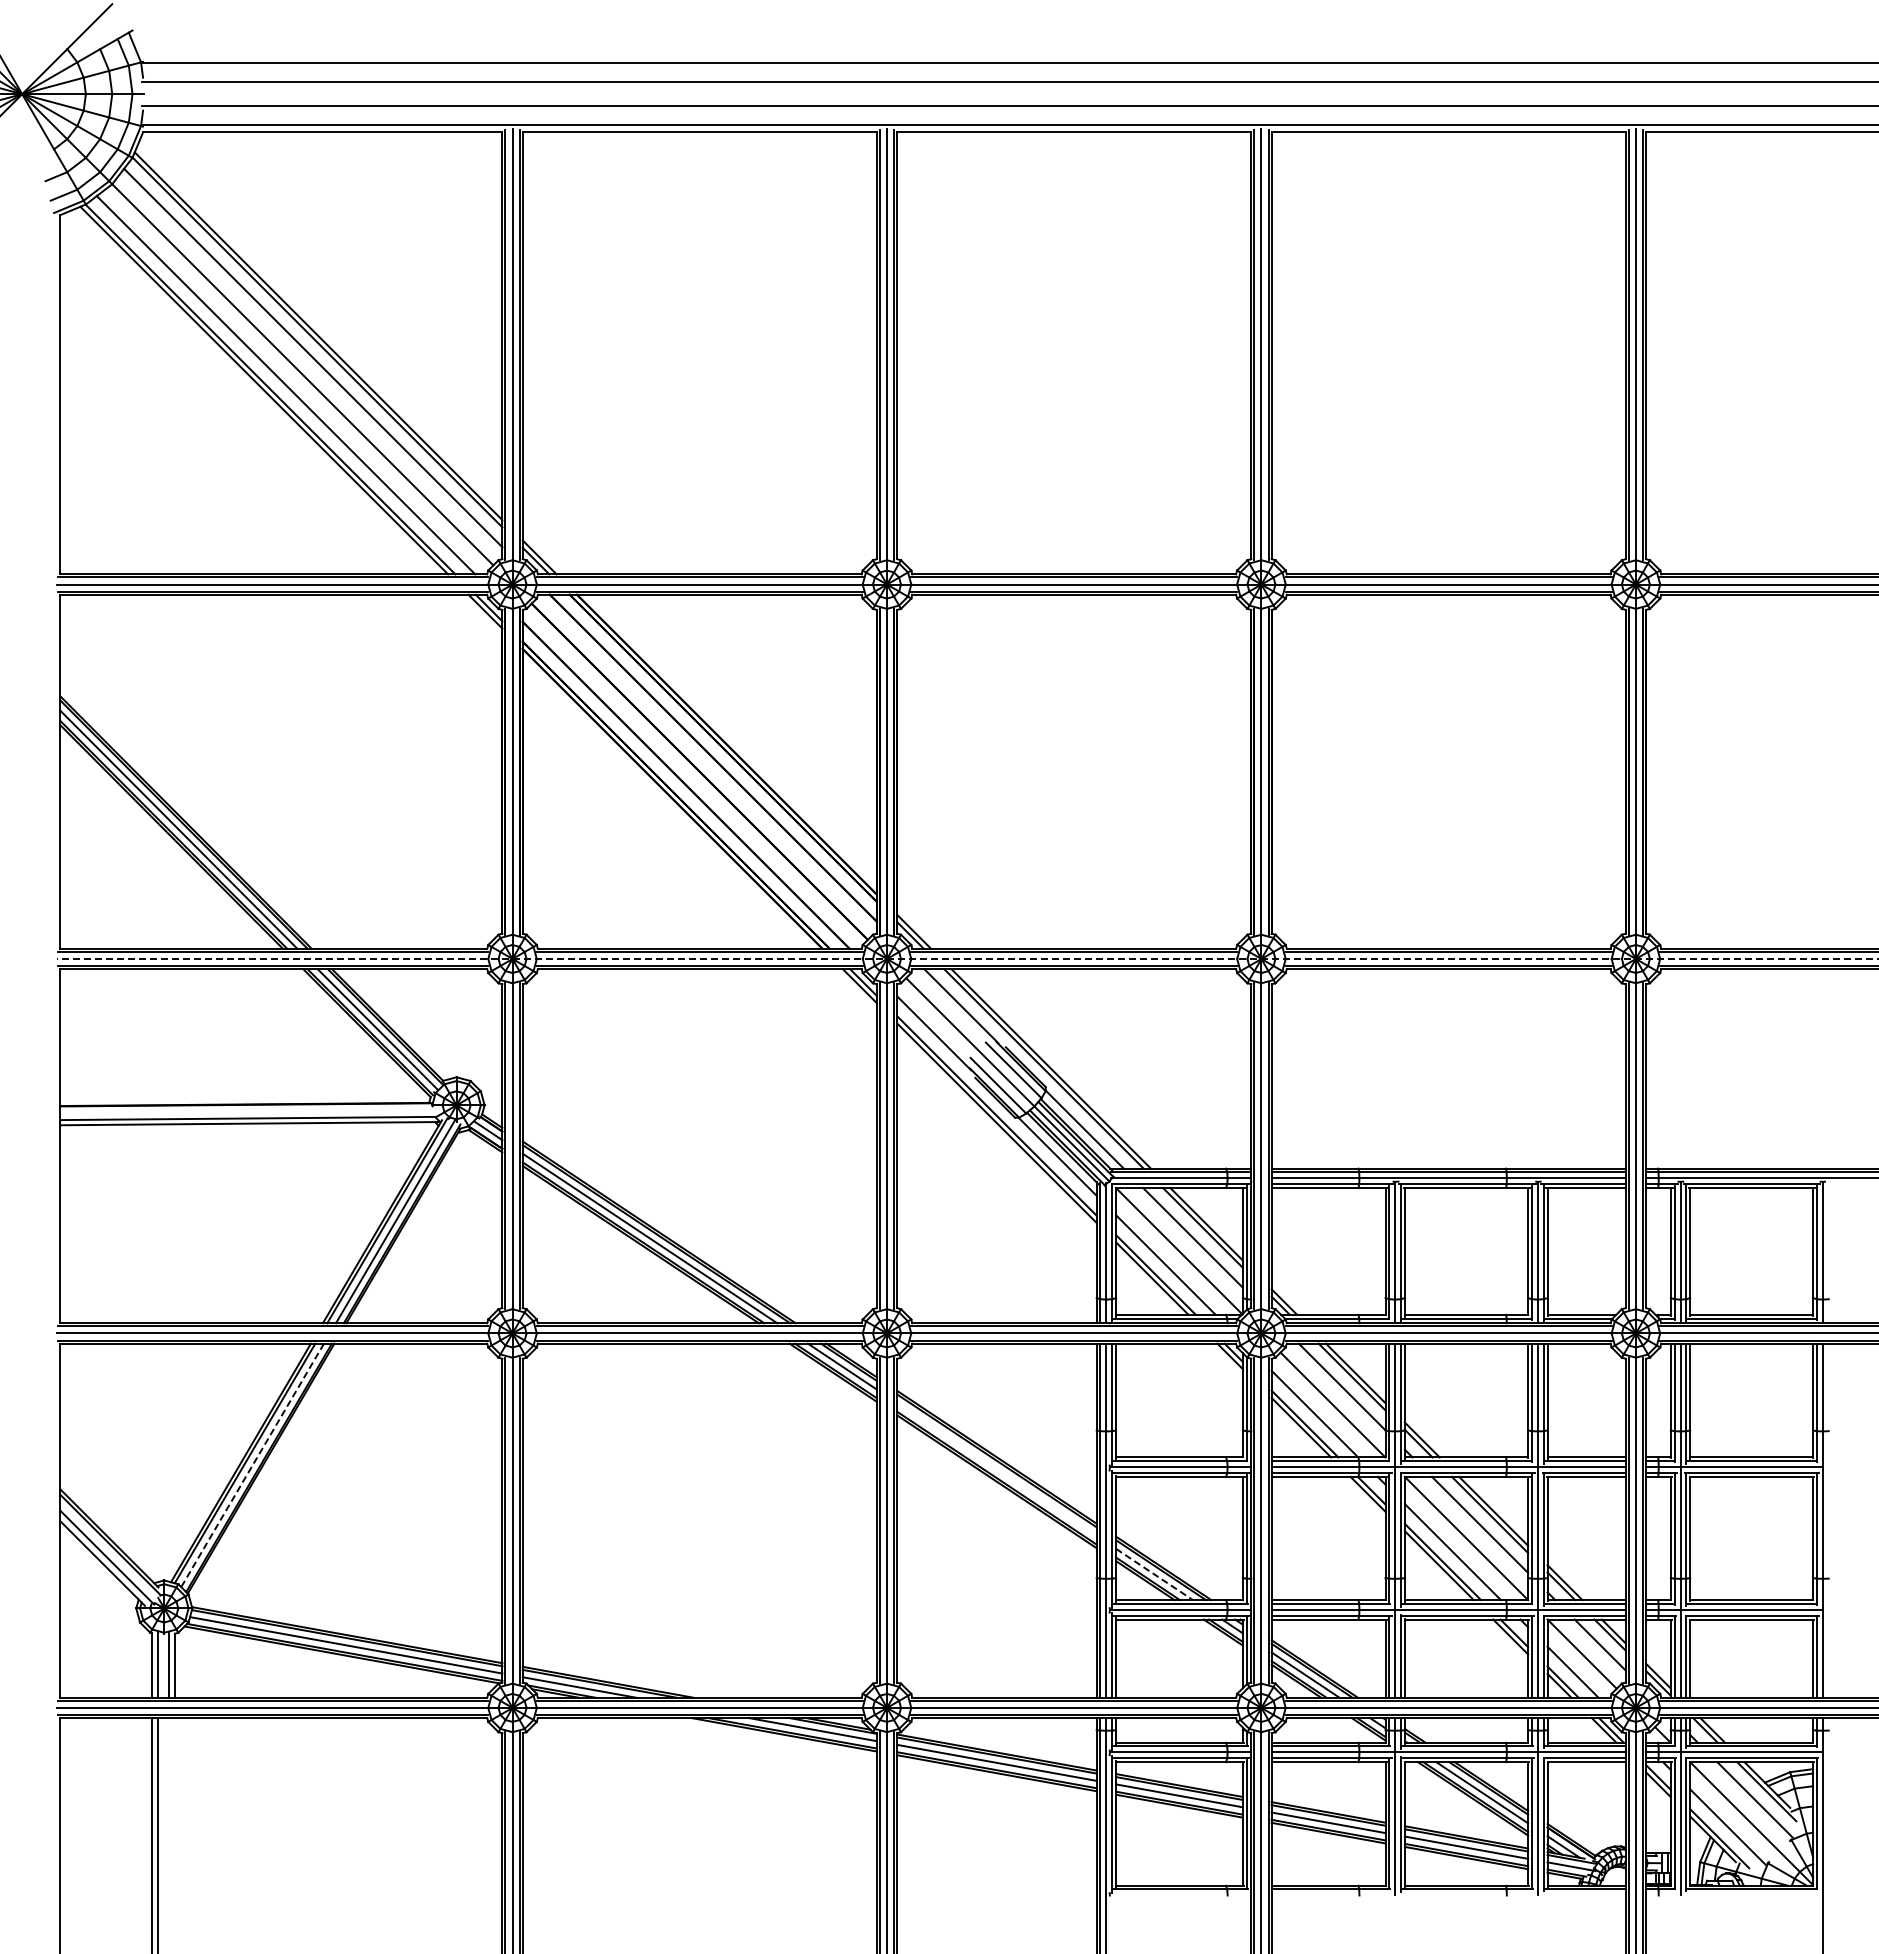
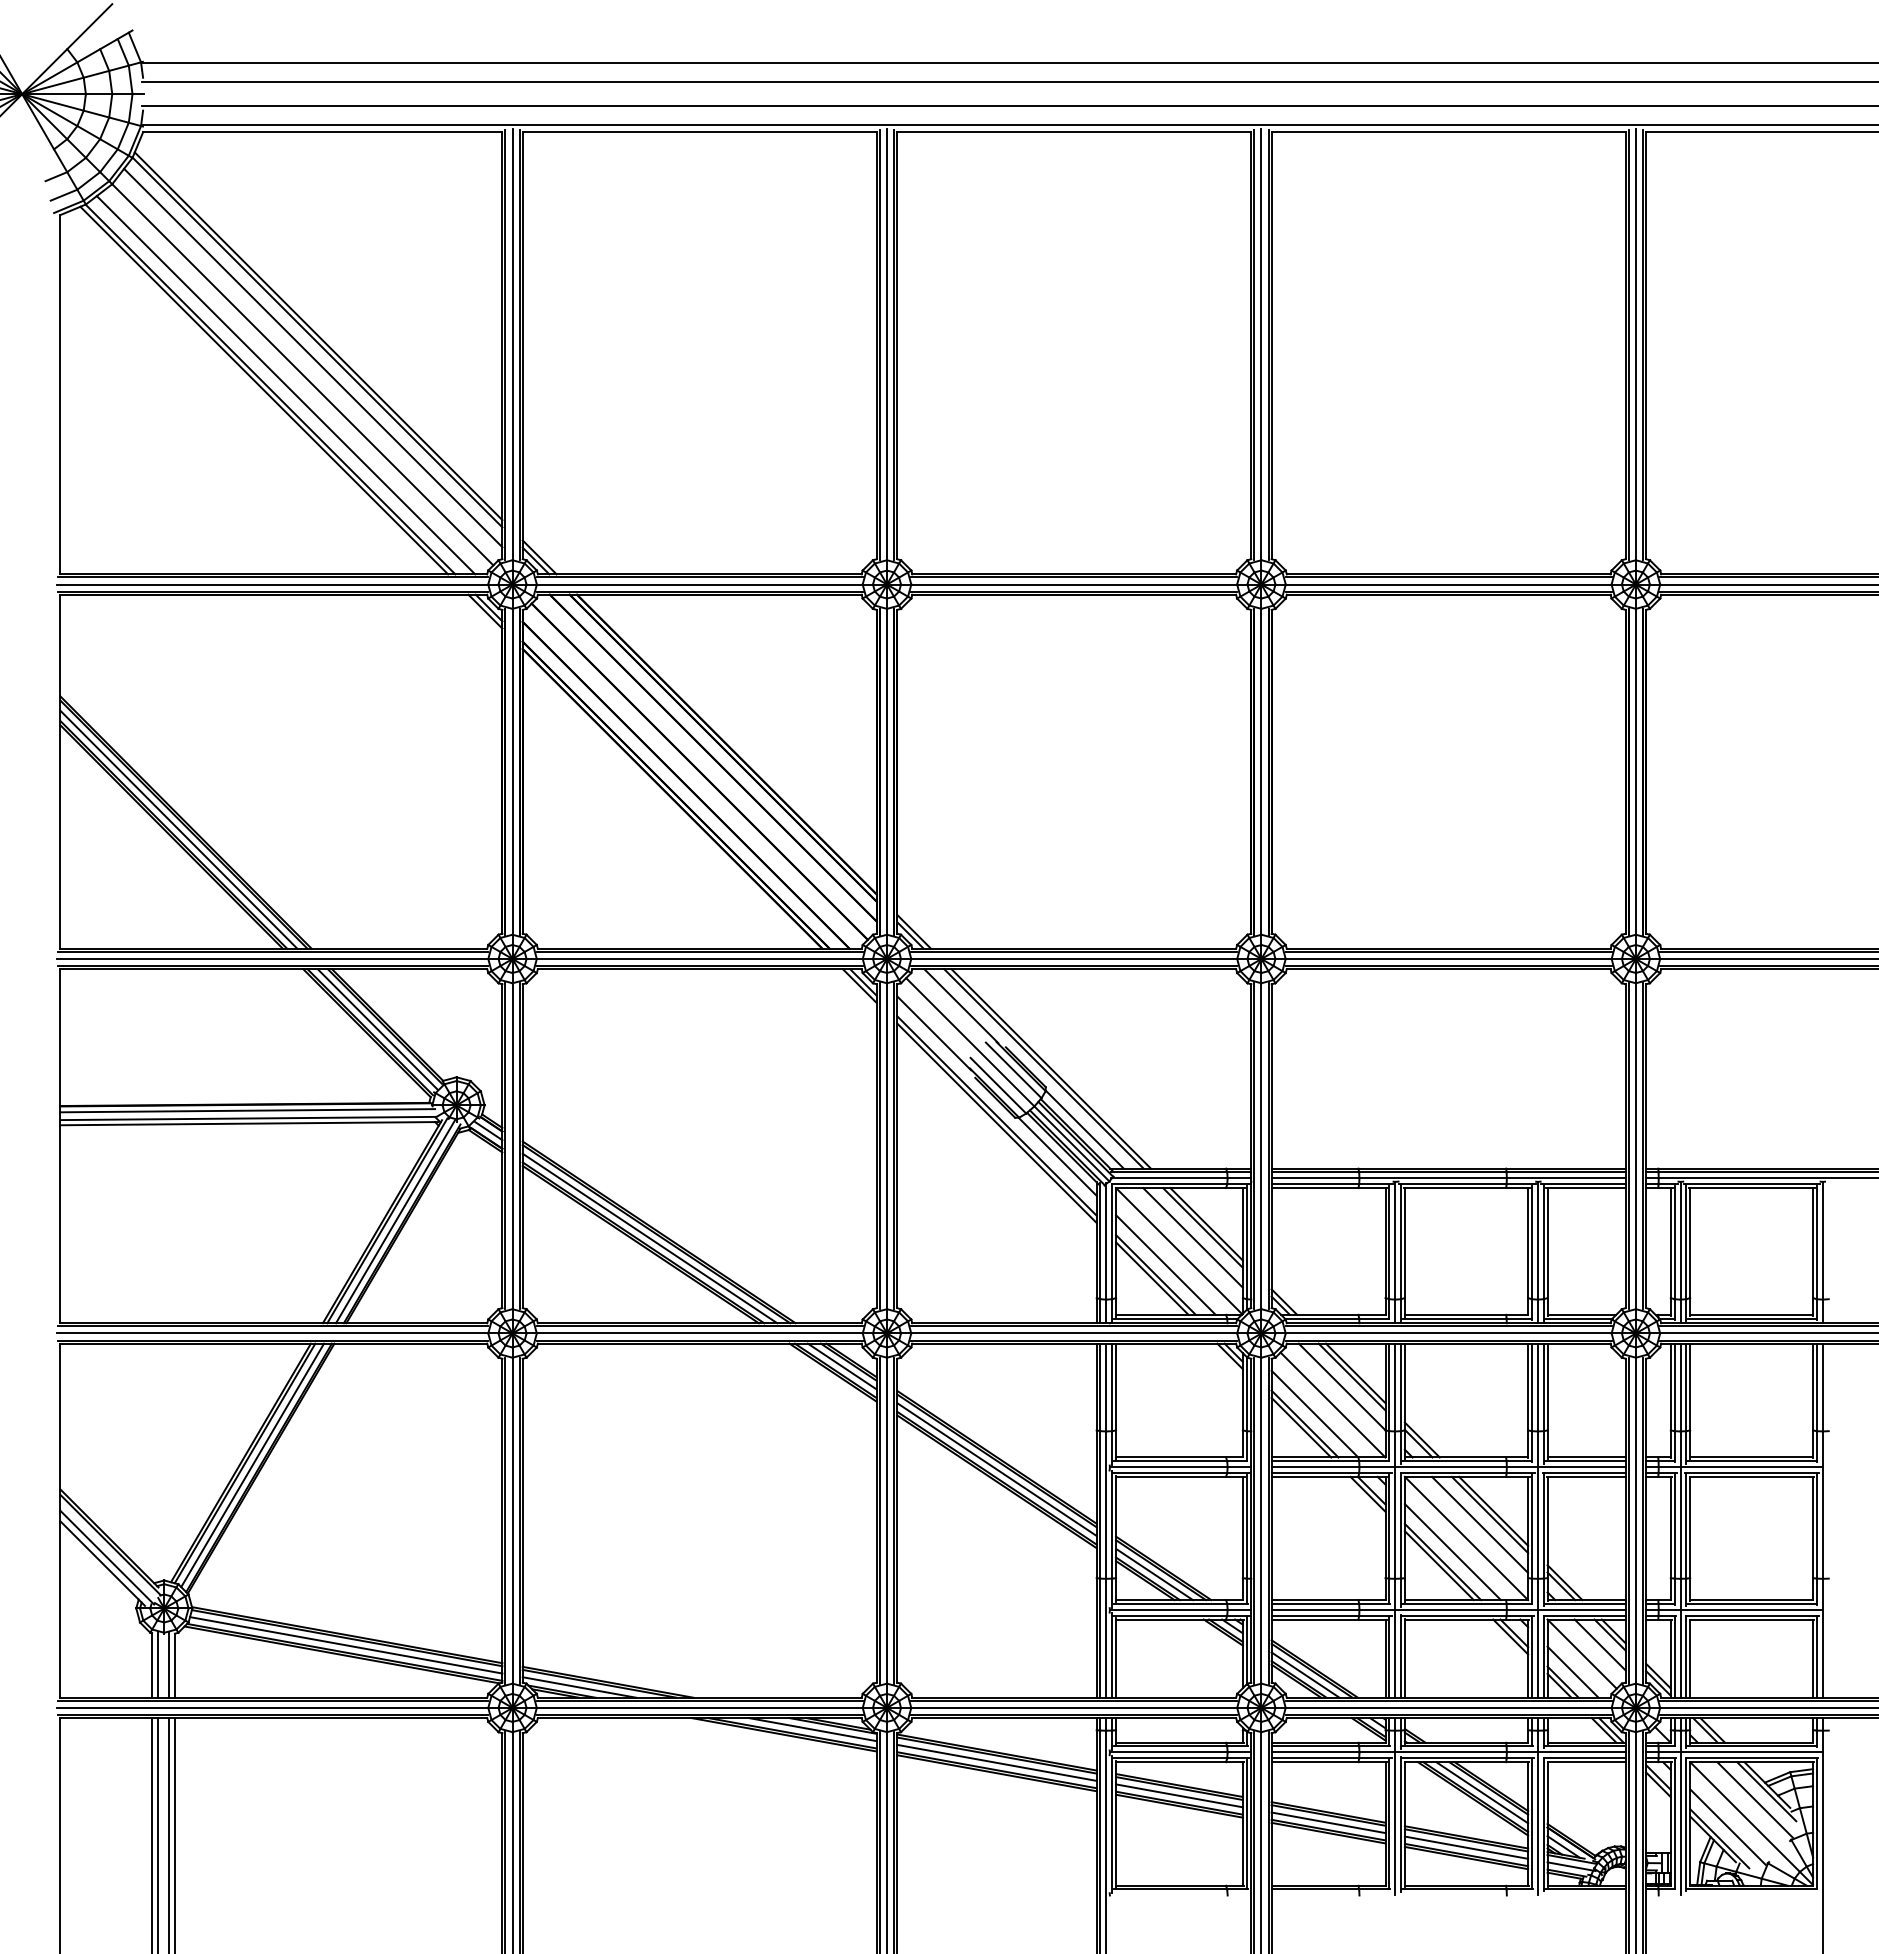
line at (967, 959): dashed -> solid
line at (247, 1110): none -> present
line at (252, 1465): dashed -> solid
line at (996, 1469): none -> present
line at (1154, 1574): dashed -> solid
line at (169, 1834): none -> present
line at (175, 1834): none -> present
